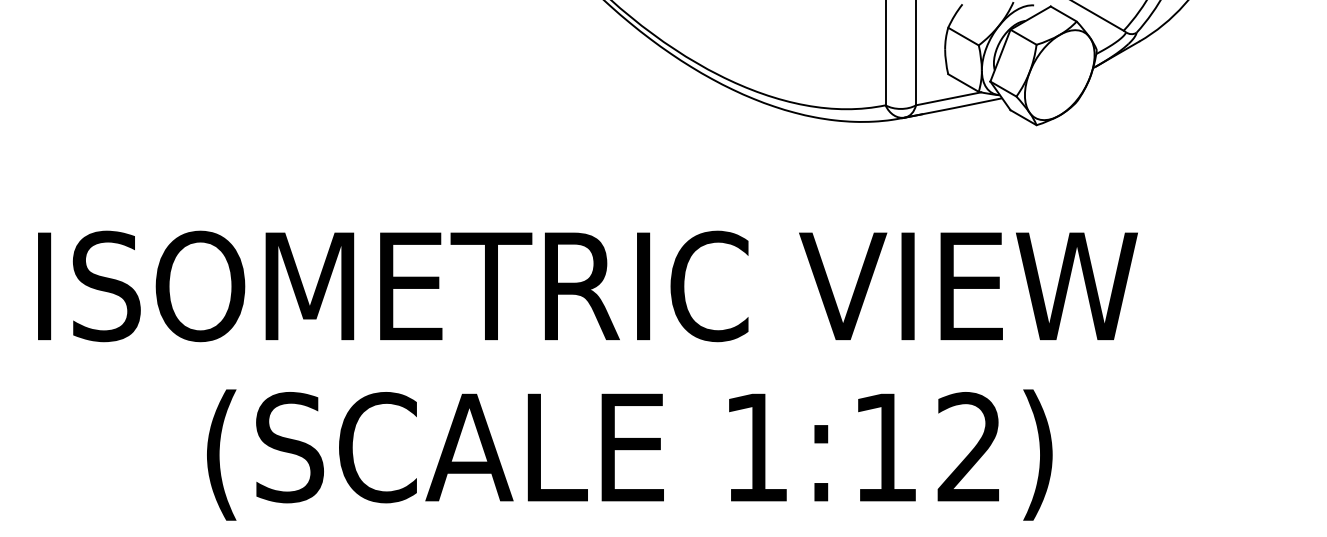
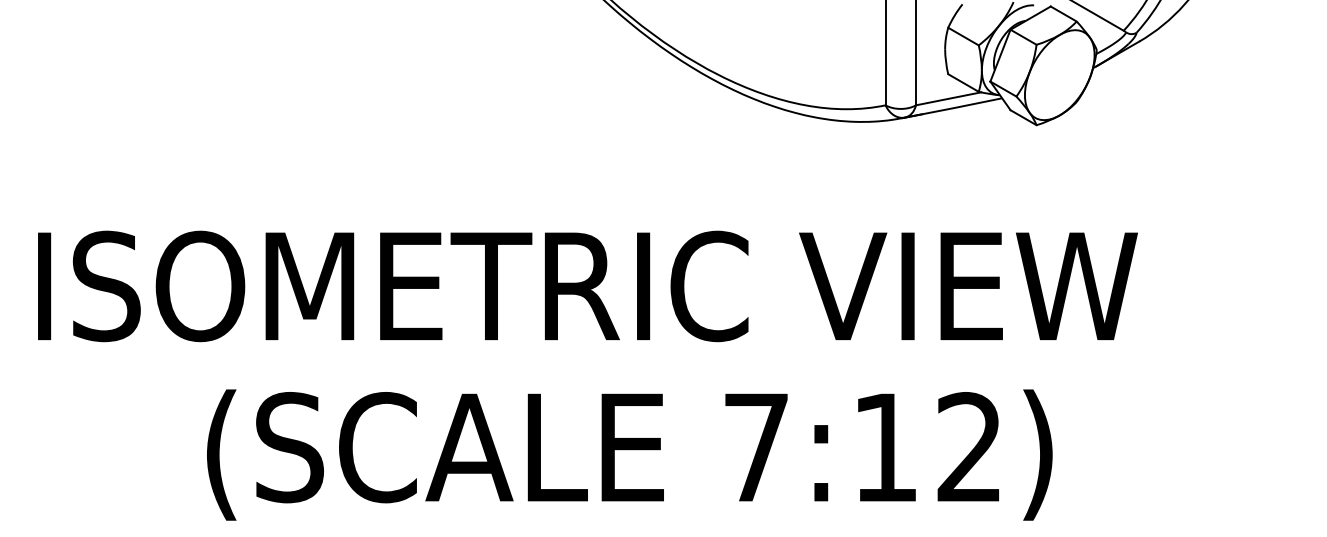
text at (756, 447): 1:12) -> 7:12)
